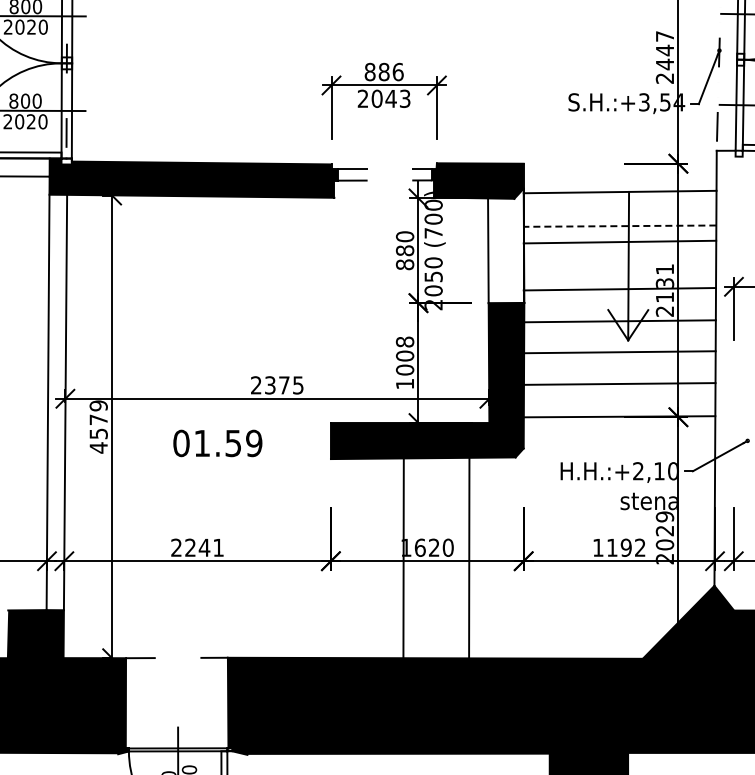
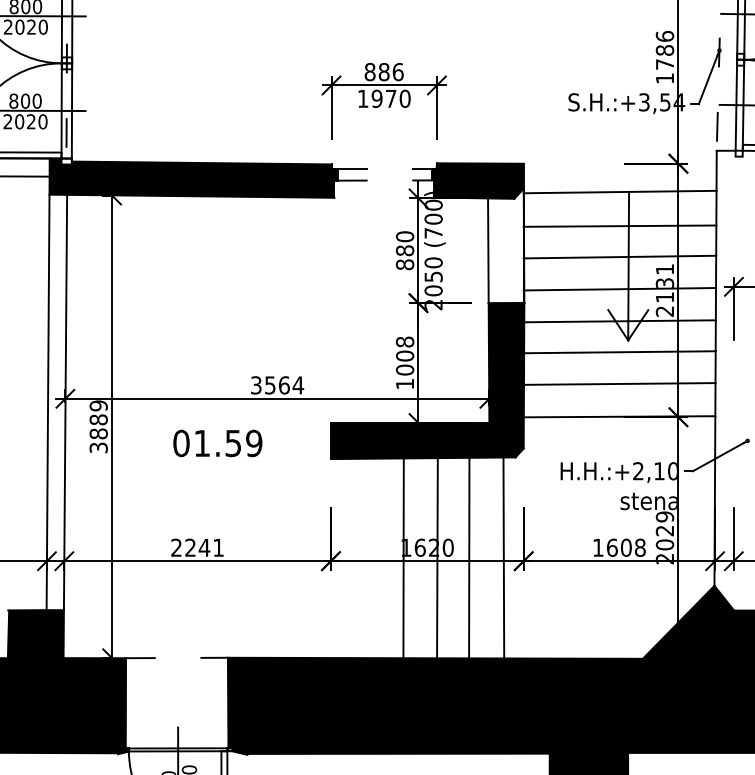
text at (664, 56): 2447 -> 1786
text at (383, 98): 2043 -> 1970
line at (619, 226): dashed -> solid
line at (619, 241) position: (619, 241) -> (619, 256)
text at (277, 385): 2375 -> 3564
text at (98, 433): 4579 -> 3889
text at (626, 547): 1192 -> 1608
line at (503, 557): none -> present
line at (437, 558): none -> present
